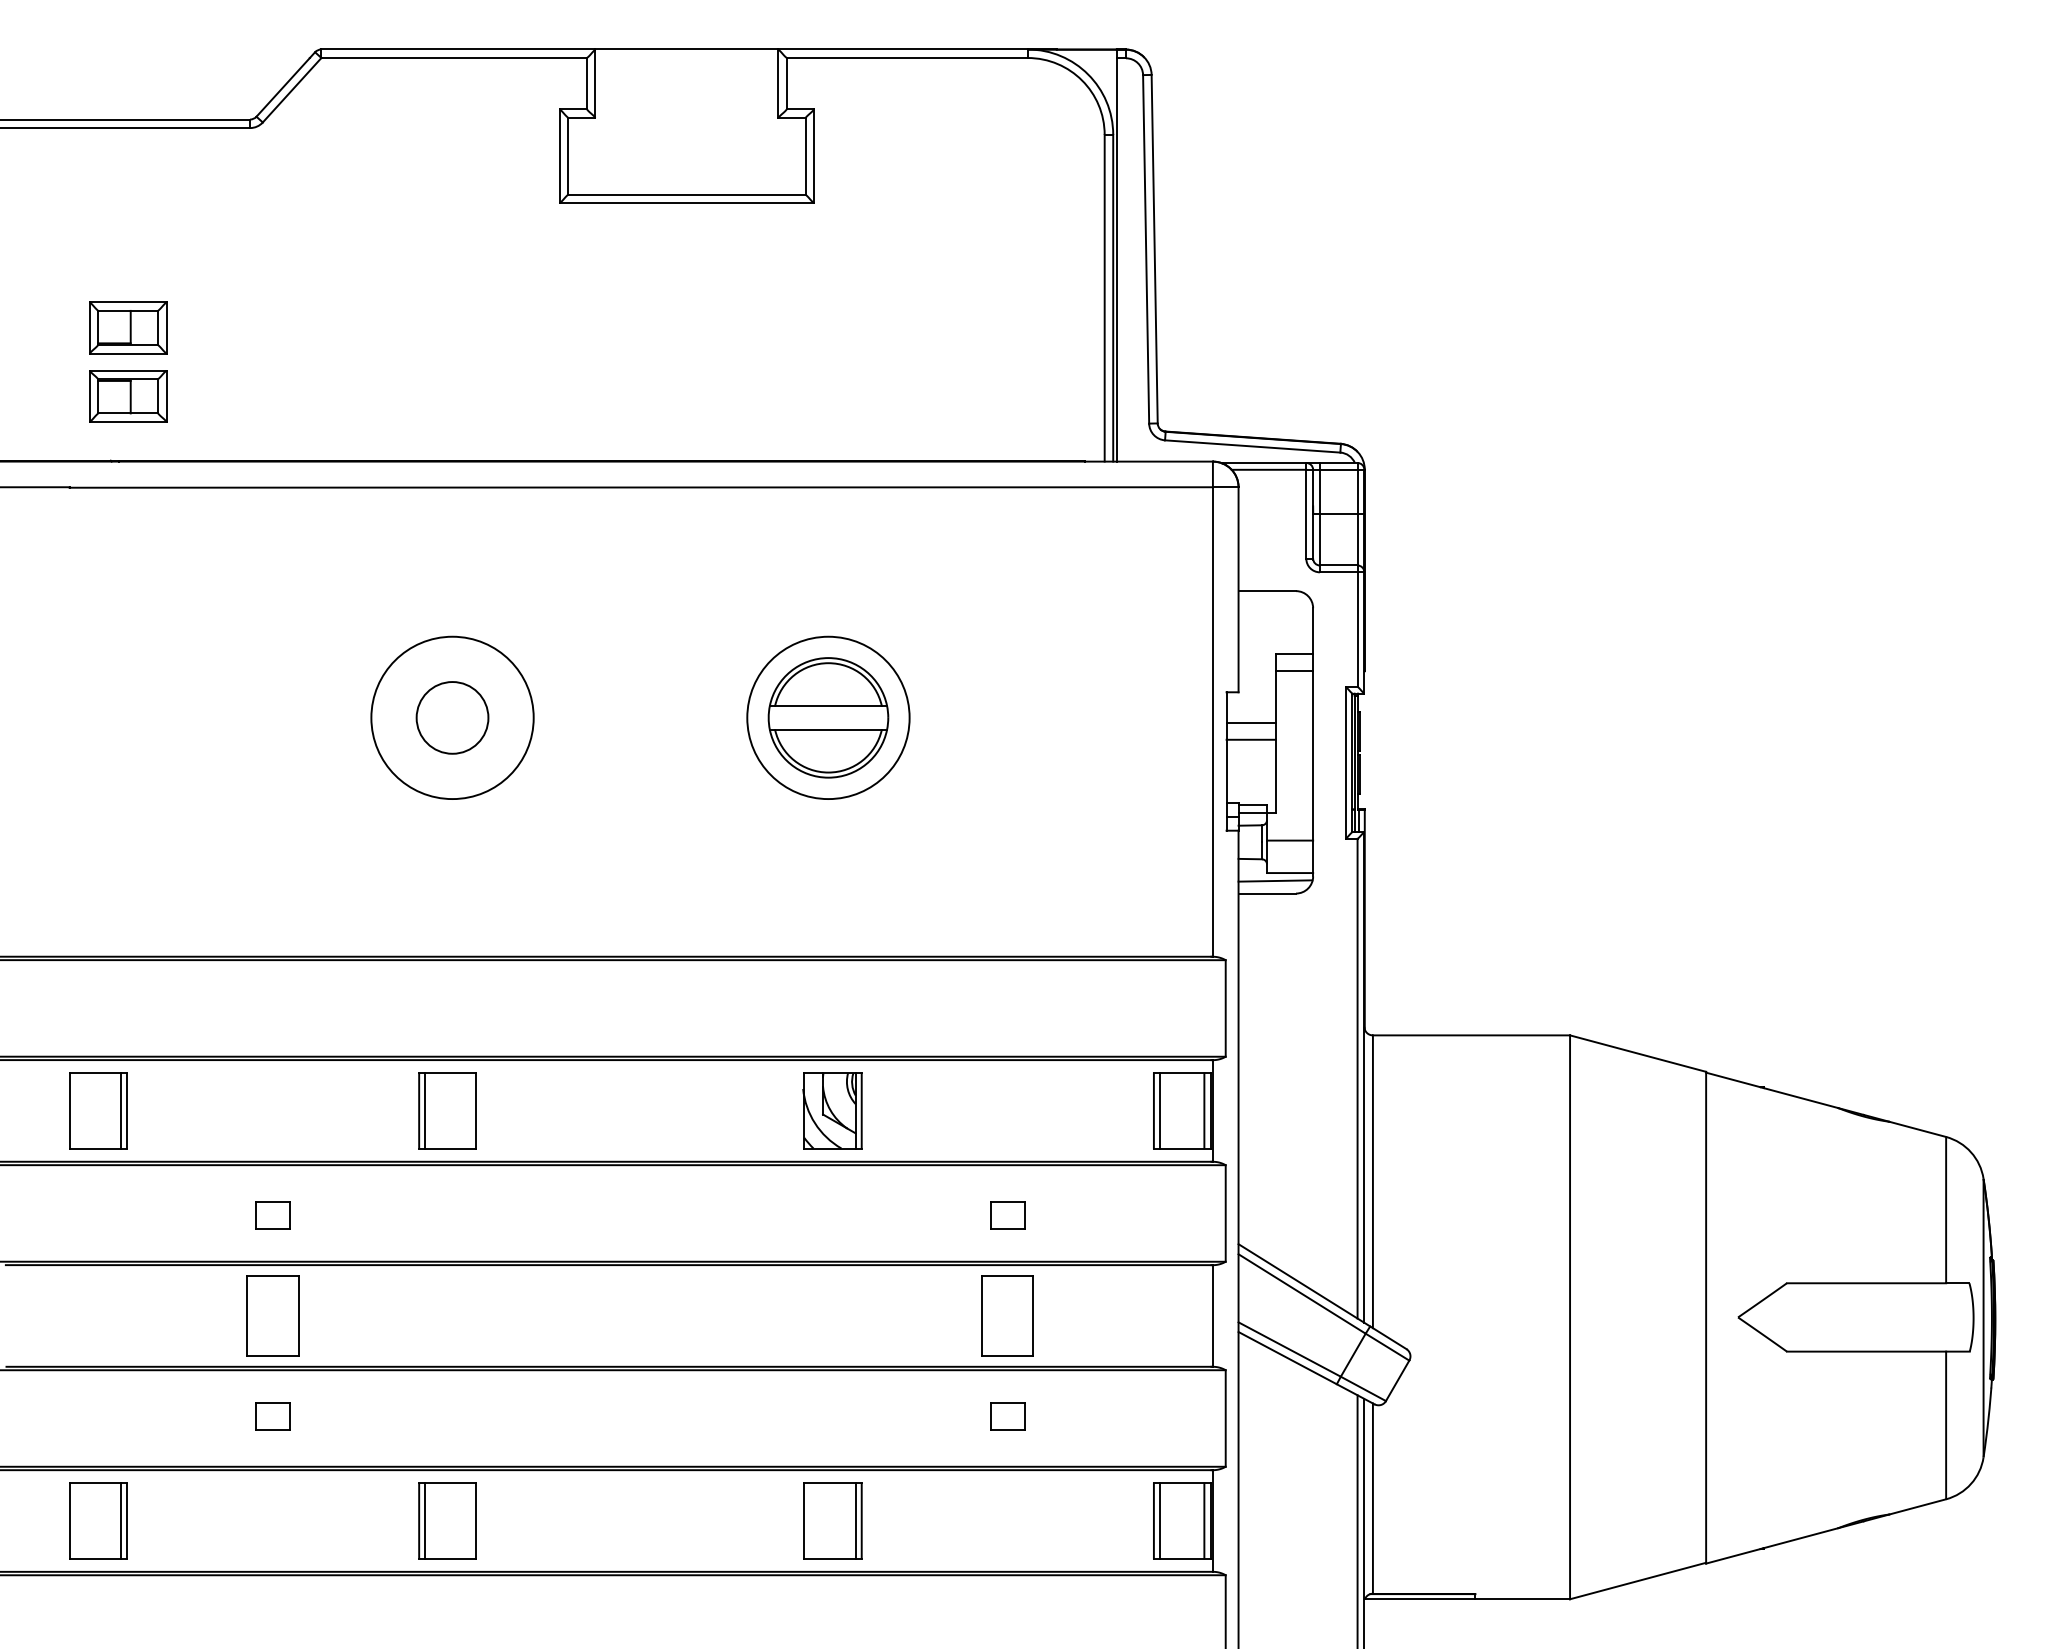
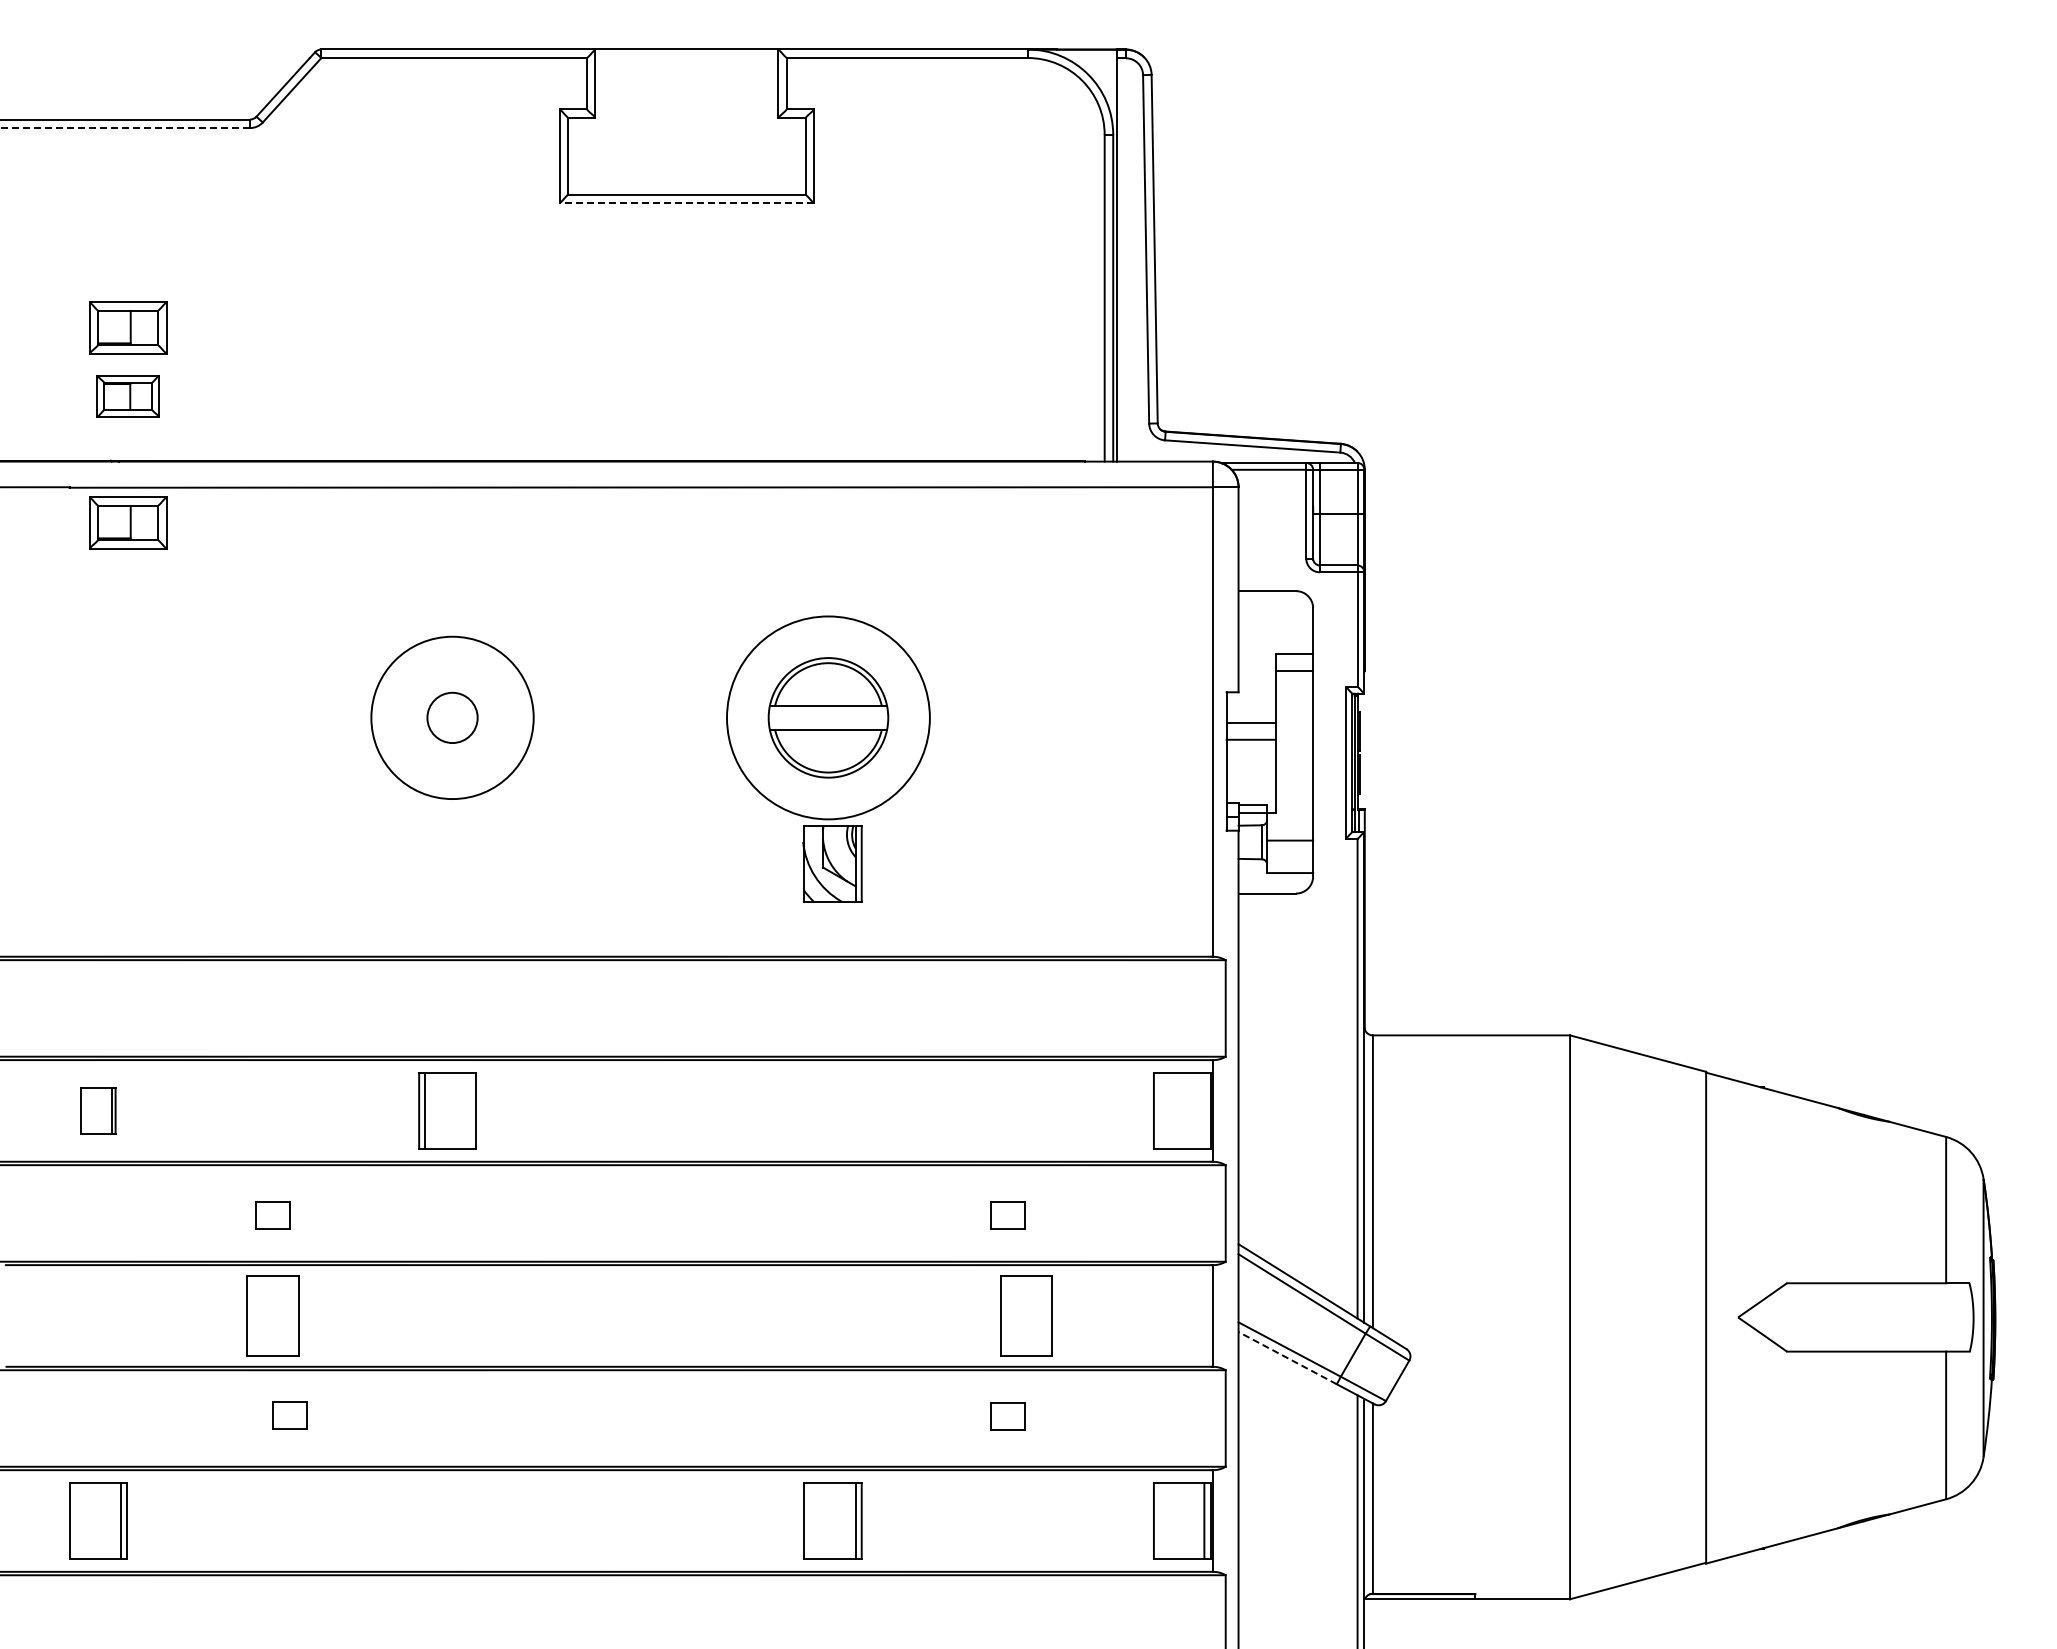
line at (125, 128): solid -> dashed
line at (686, 203): solid -> dashed
part at (128, 396) size: 79x53 px -> 64x43 px
part at (128, 522): none -> present
circle at (452, 717) diameter: 72 px -> 50 px
circle at (828, 717) diameter: 162 px -> 203 px
line at (1275, 880): present -> none
part at (98, 1110) size: 59x78 px -> 37x48 px
part at (832, 1110) position: (832, 1110) -> (832, 863)
line at (1159, 1110): present -> none
line at (1204, 1110): present -> none
part at (1007, 1315) position: (1007, 1315) -> (1026, 1315)
line at (1287, 1358): solid -> dashed
part at (272, 1416) position: (272, 1416) -> (289, 1415)
part at (447, 1520): present -> none
line at (1159, 1520): present -> none
